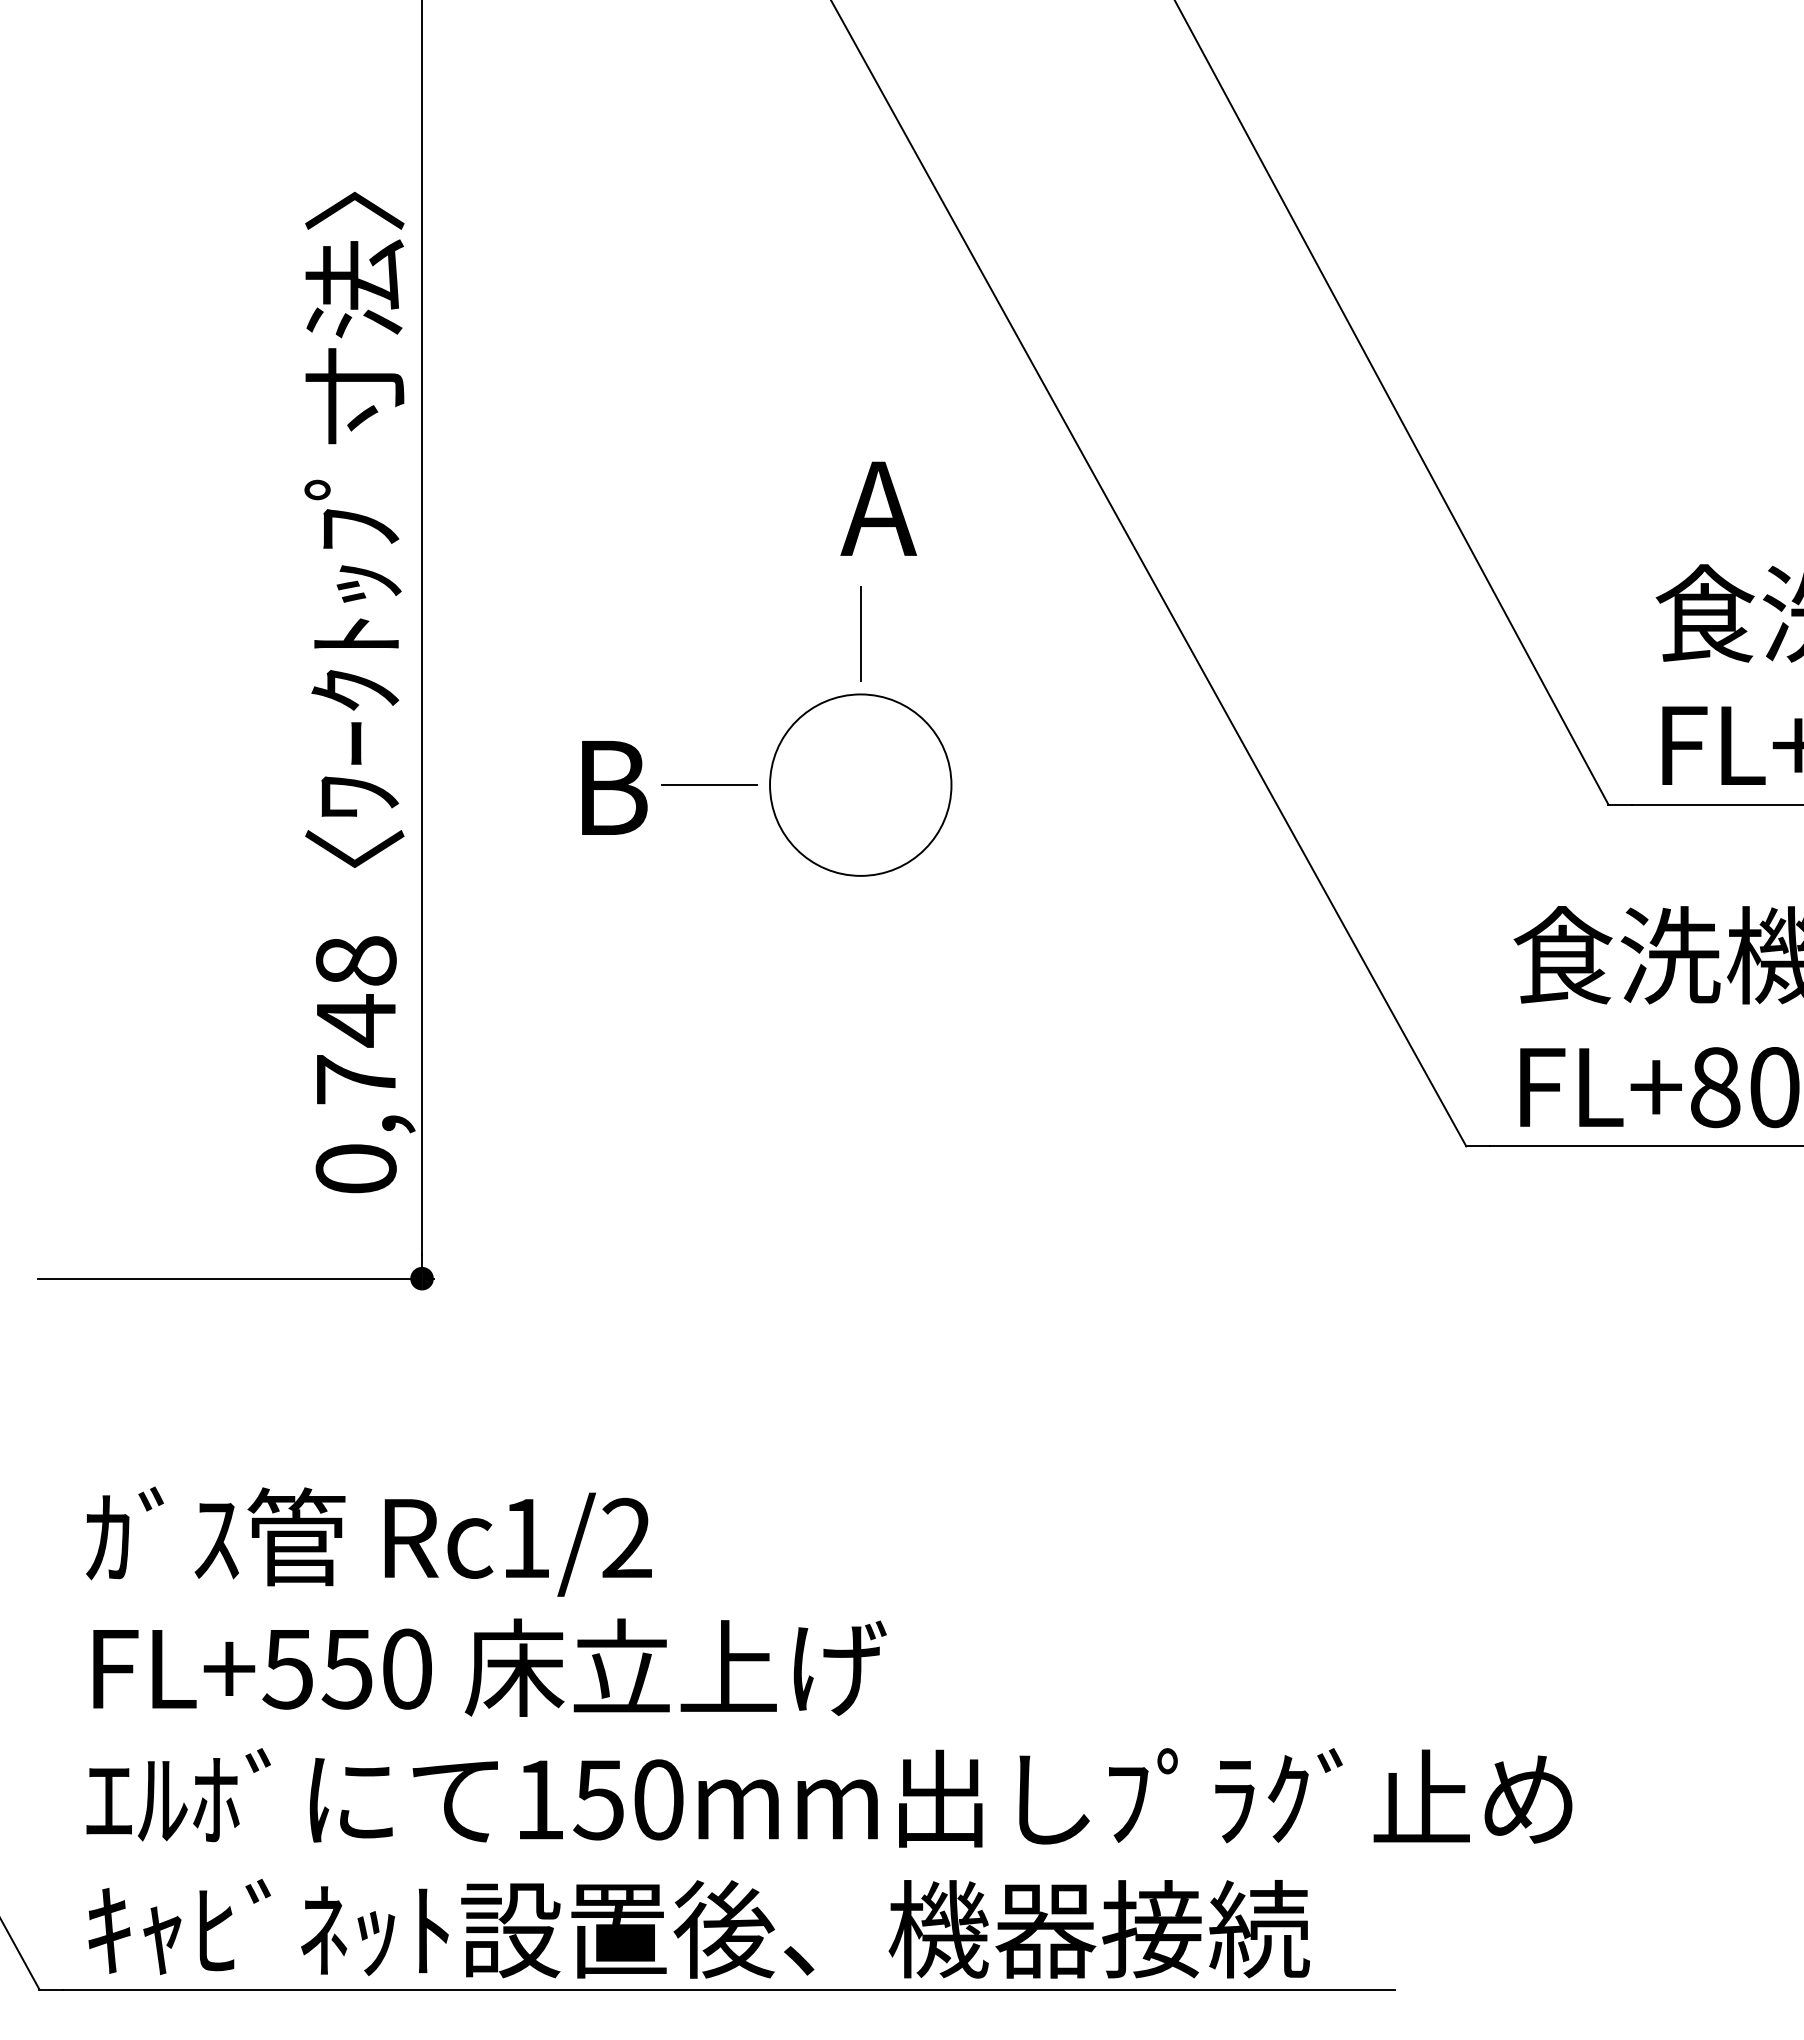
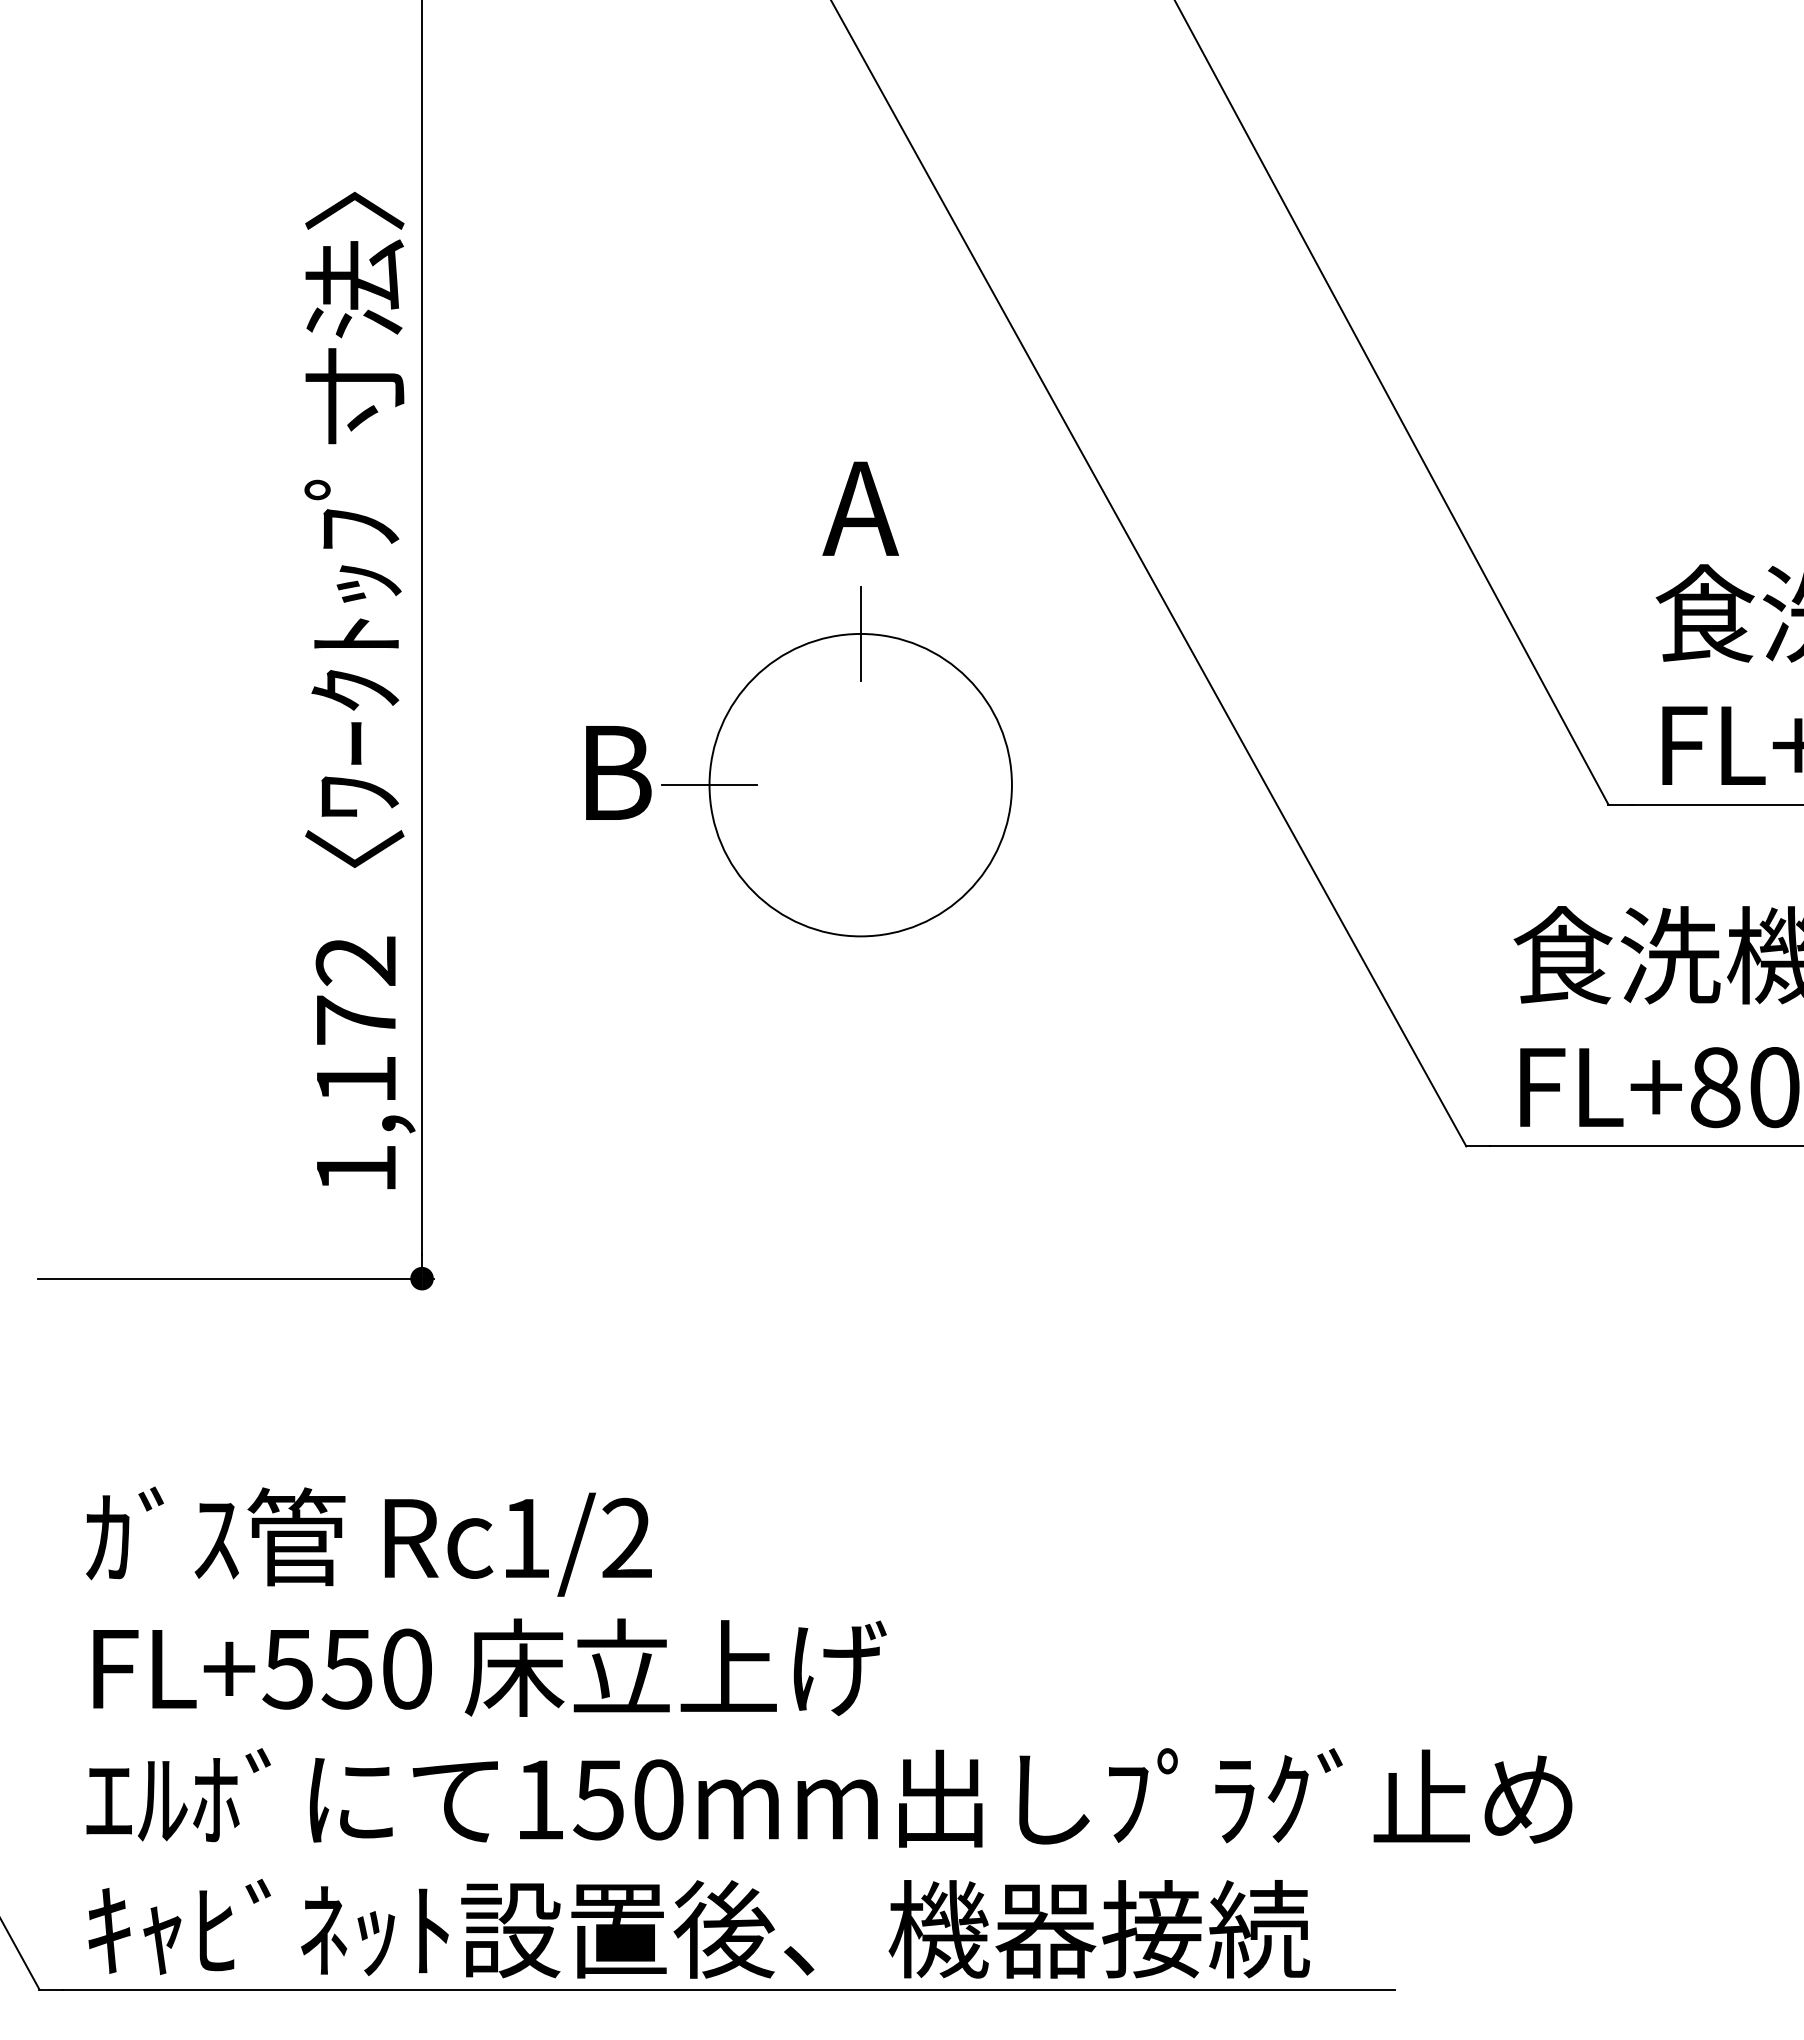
text at (878, 508) position: (878, 508) -> (860, 508)
circle at (860, 784) diameter: 181 px -> 302 px
text at (614, 787) position: (614, 787) -> (618, 772)
text at (355, 1064): 0,748 -> 1,172
